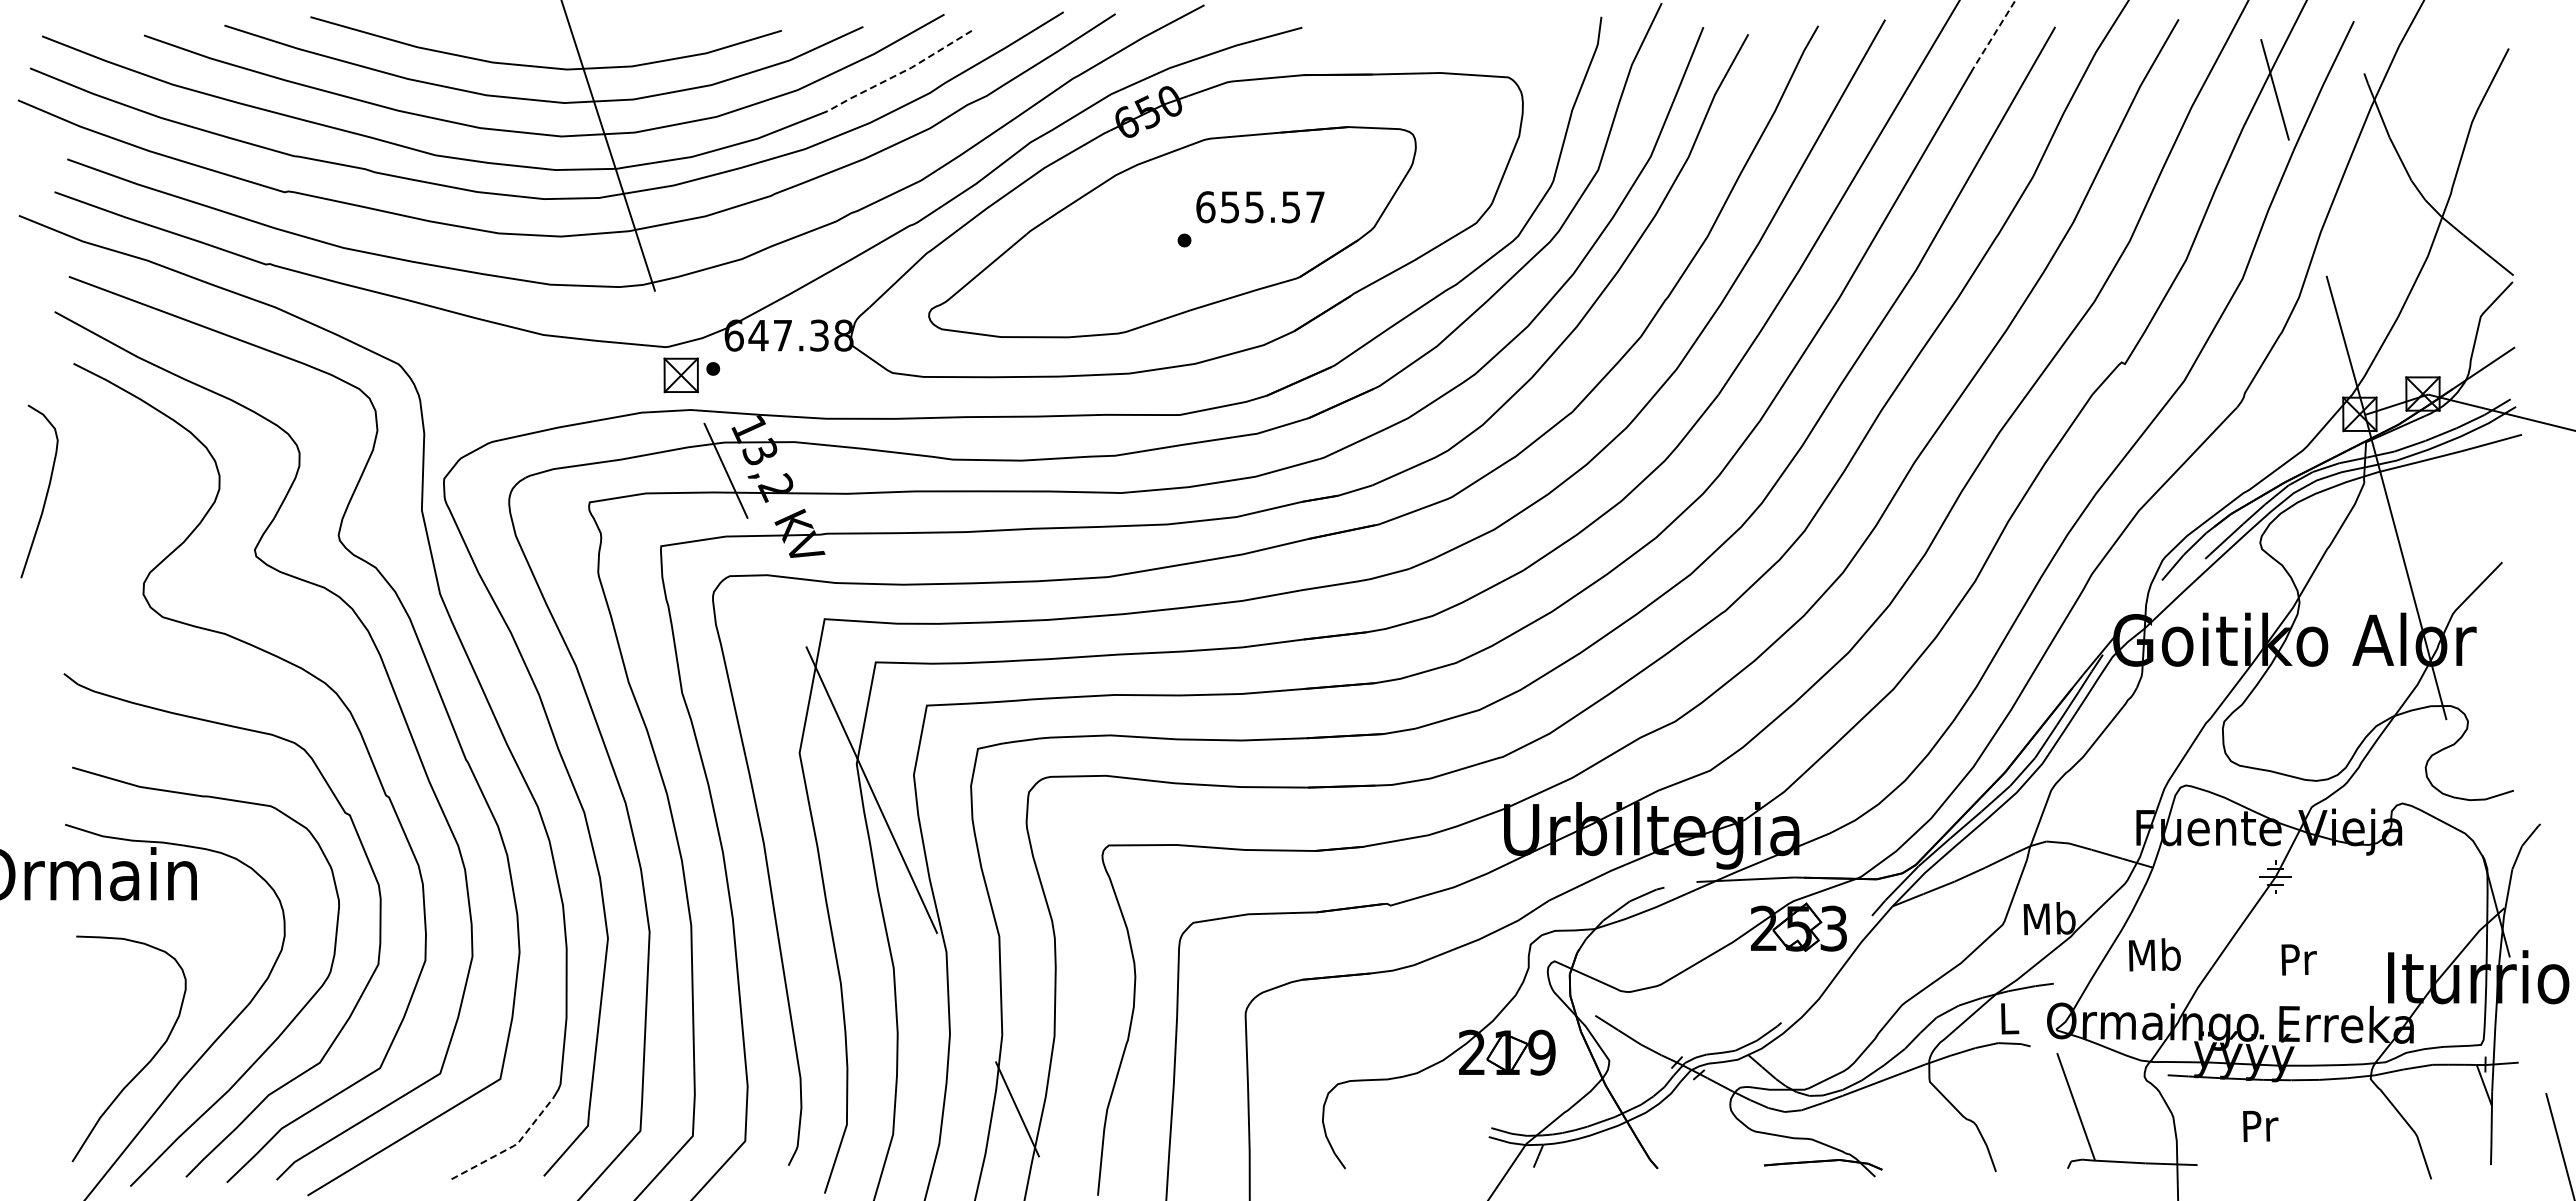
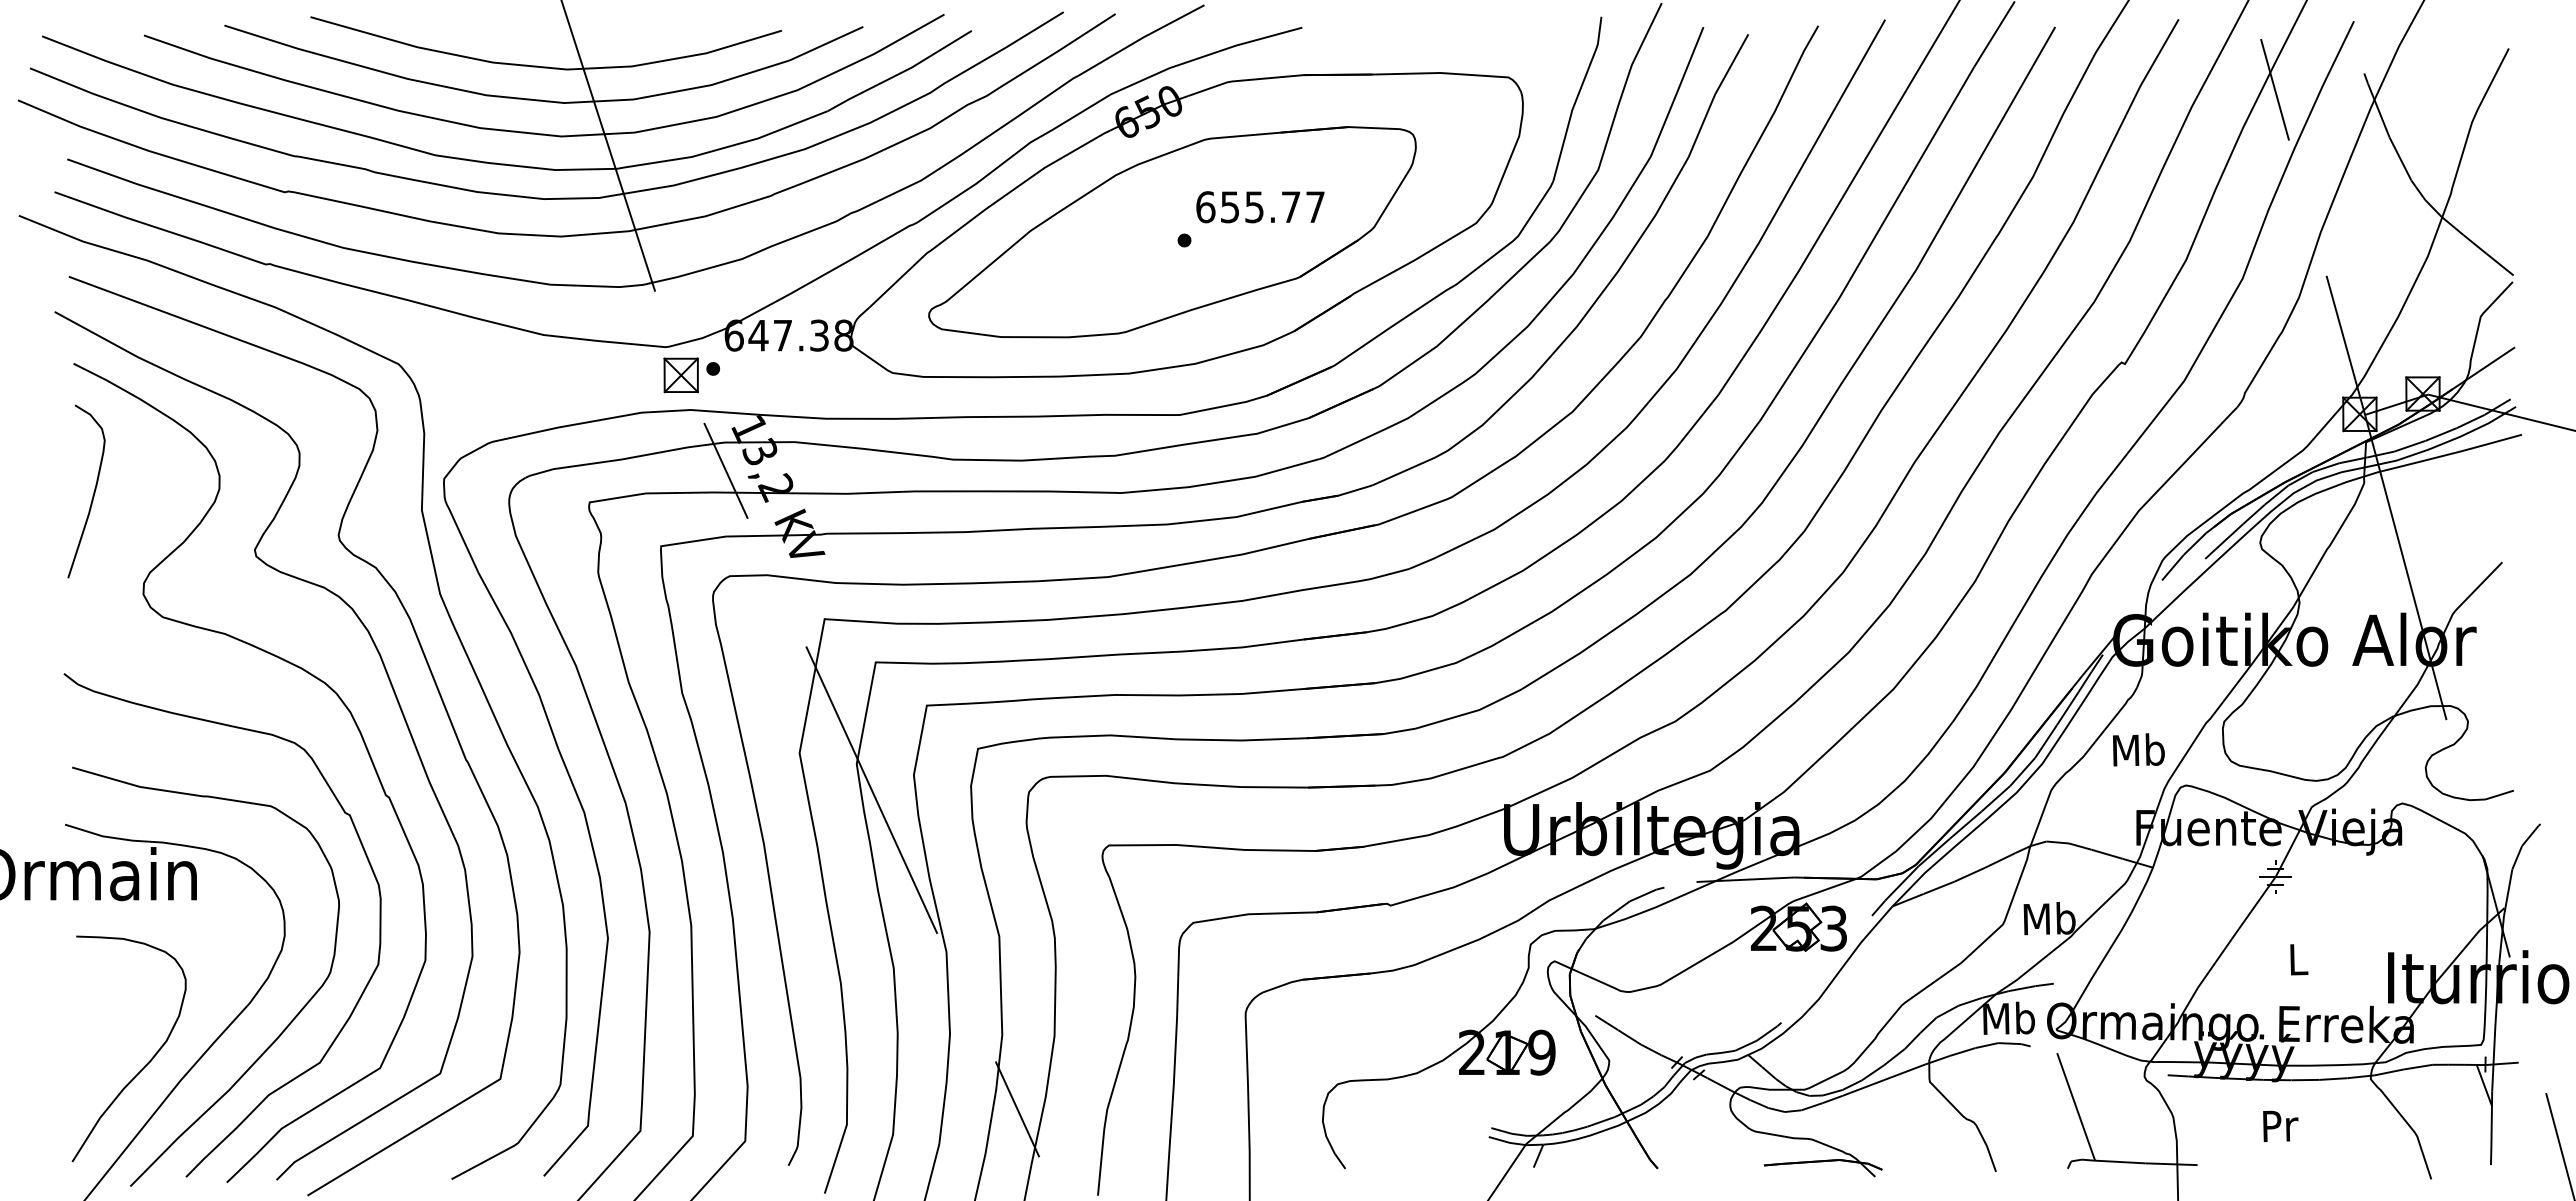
line at (1994, 34): dashed -> solid
line at (900, 73): dashed -> solid
text at (1291, 207): 655.57 -> 655.77
curve at (46, 491) position: (46, 491) -> (93, 491)
text at (2154, 954) position: (2154, 954) -> (2138, 749)
text at (2298, 959): Pr -> L
text at (2009, 1017): L -> Mb
text at (2260, 1125) position: (2260, 1125) -> (2280, 1125)
line at (511, 1147): dashed -> solid
